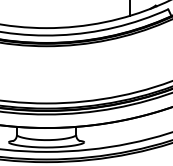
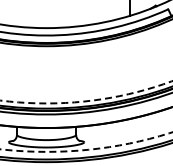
circle at (86, 92): solid -> dashed
circle at (86, 141): solid -> dashed
